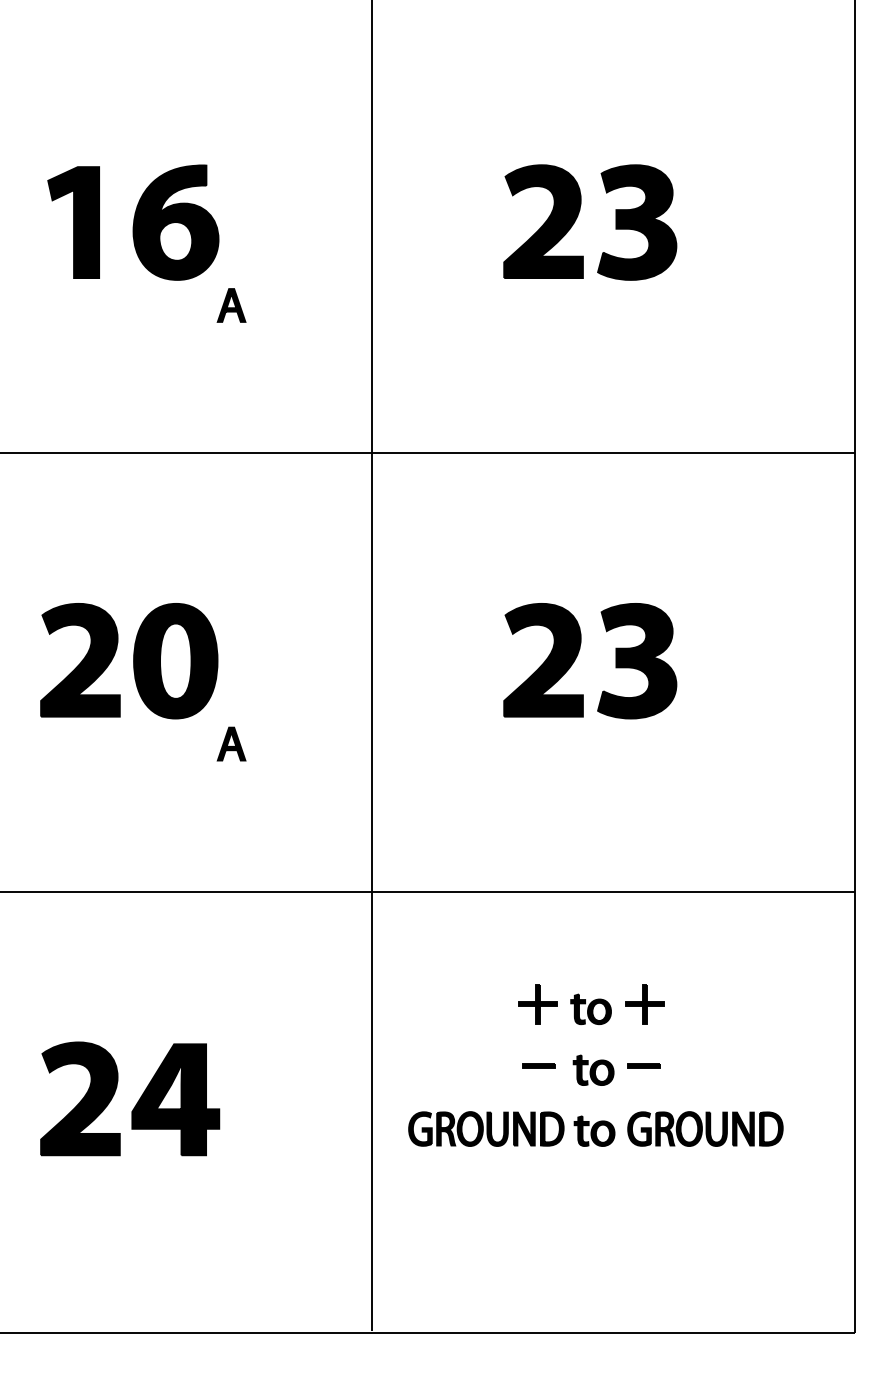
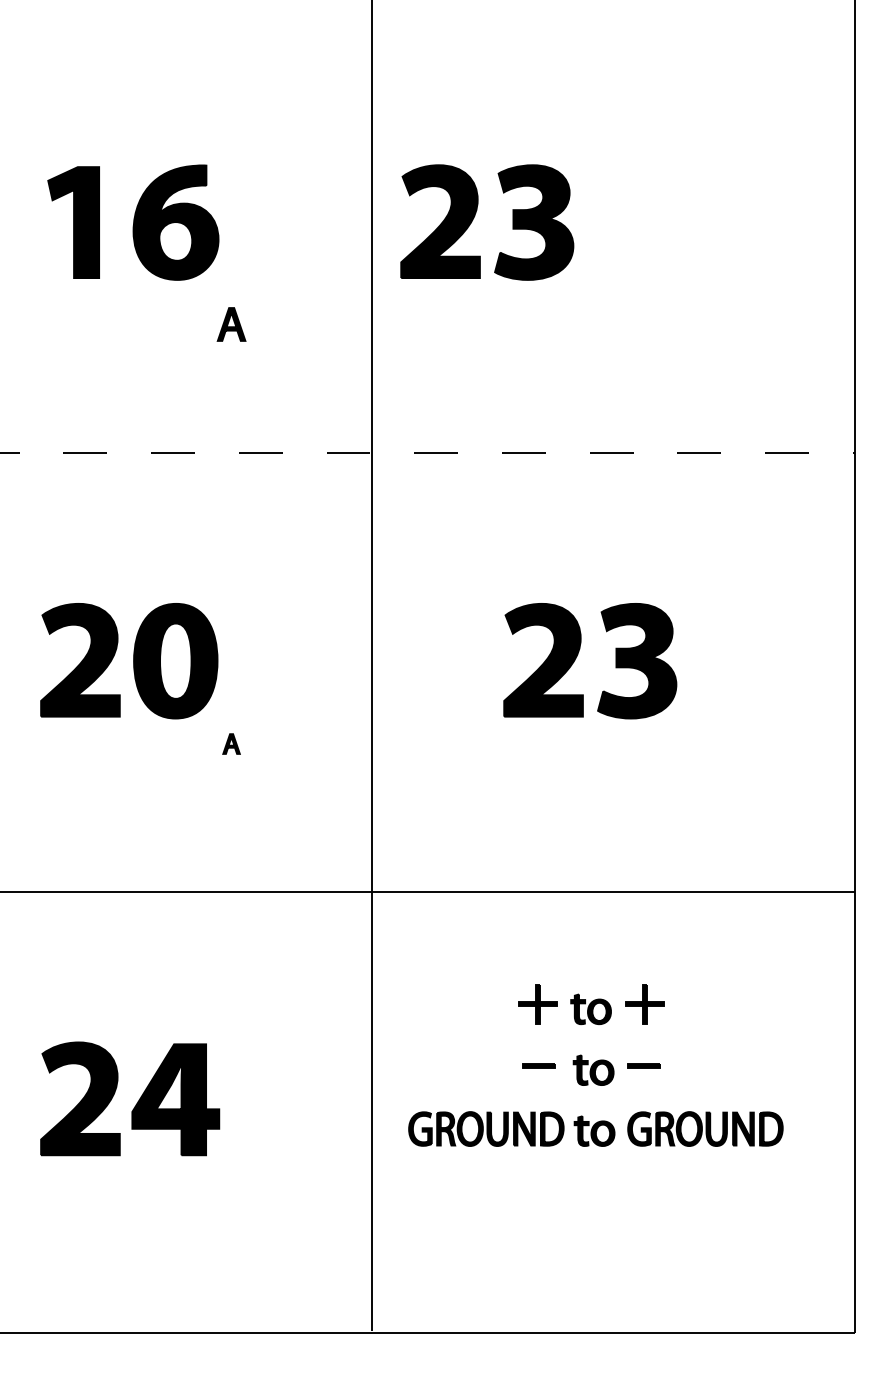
part at (578, 216) position: (578, 216) -> (475, 216)
part at (231, 305) position: (231, 305) -> (231, 324)
line at (427, 453): solid -> dashed
part at (231, 743) size: 31x36 px -> 19x22 px
